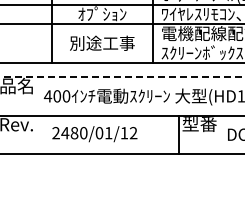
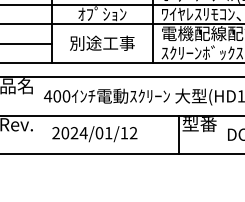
line at (27, 43): none -> present
line at (122, 77): dashed -> solid
text at (74, 133): 2480/01/12 -> 2024/01/12
